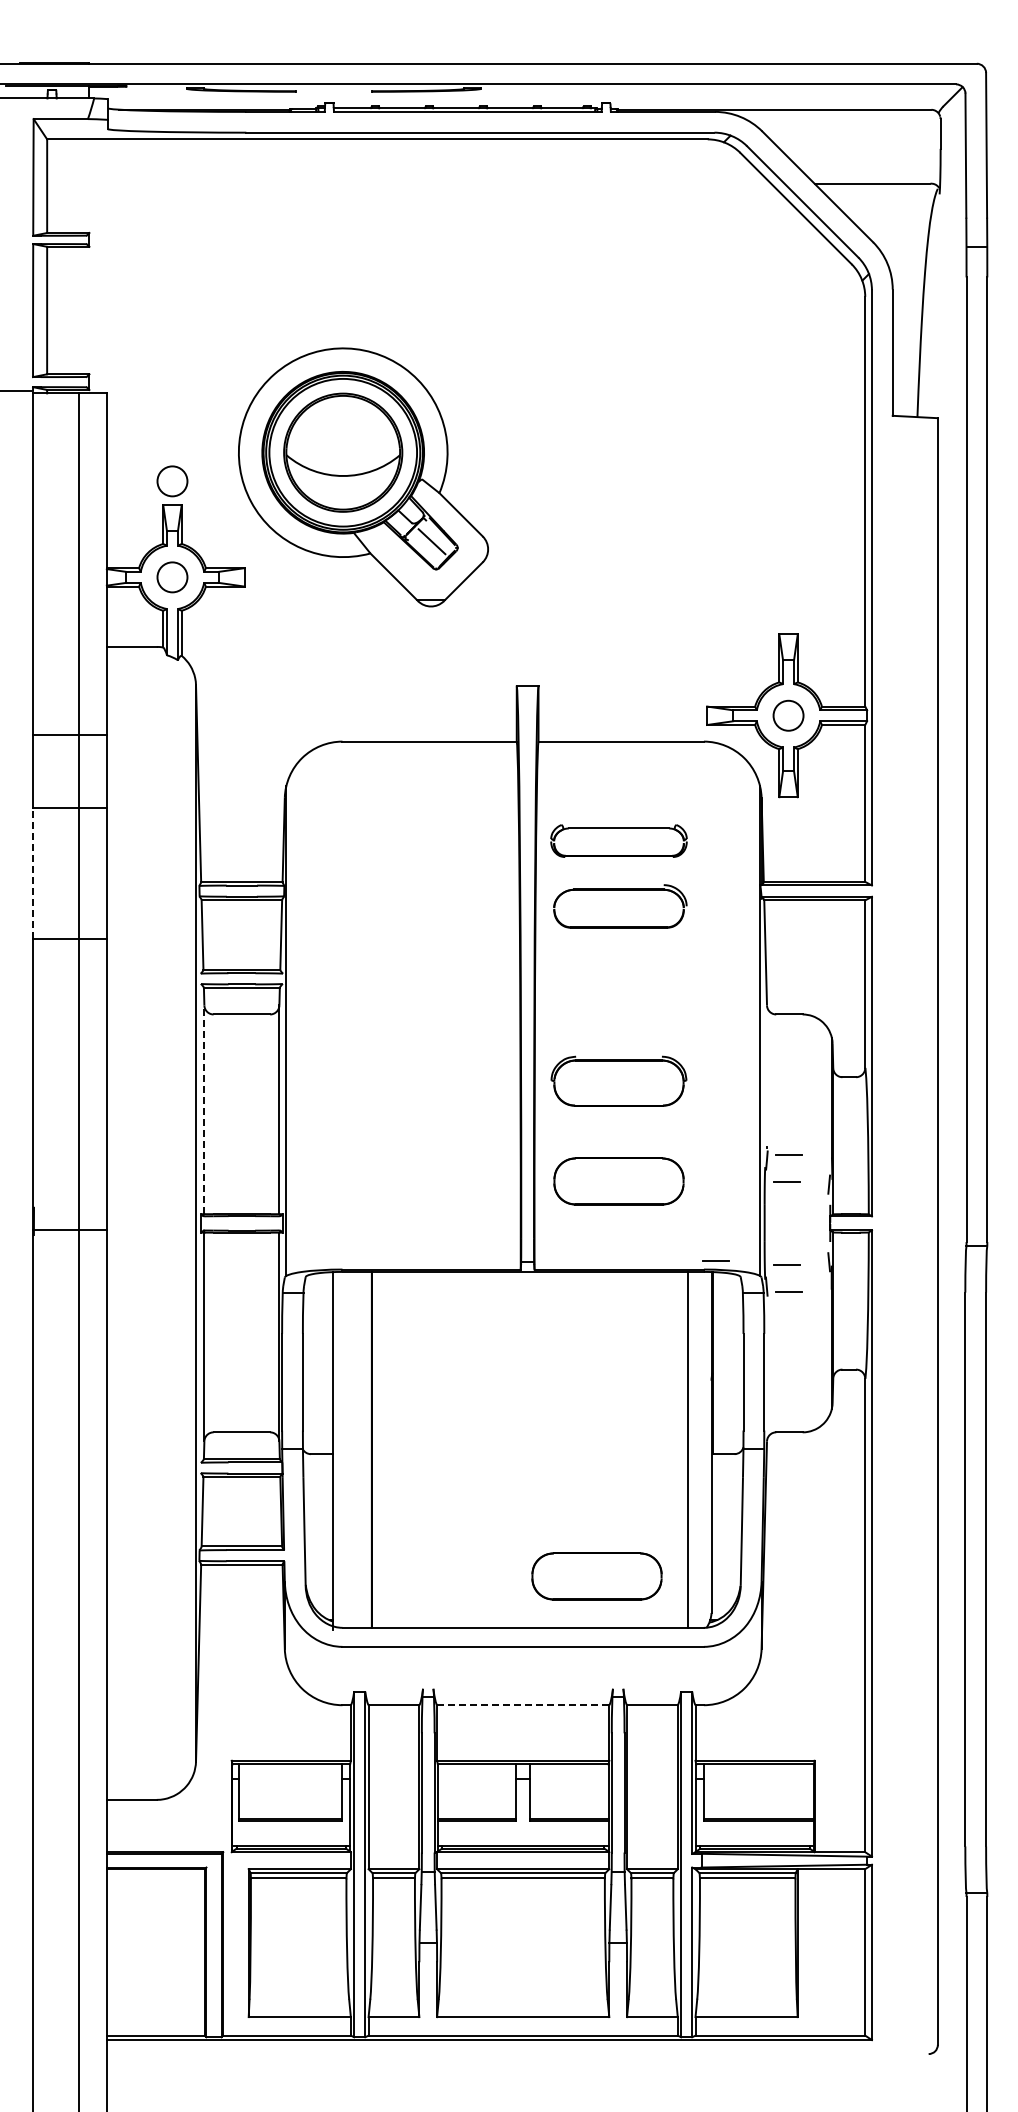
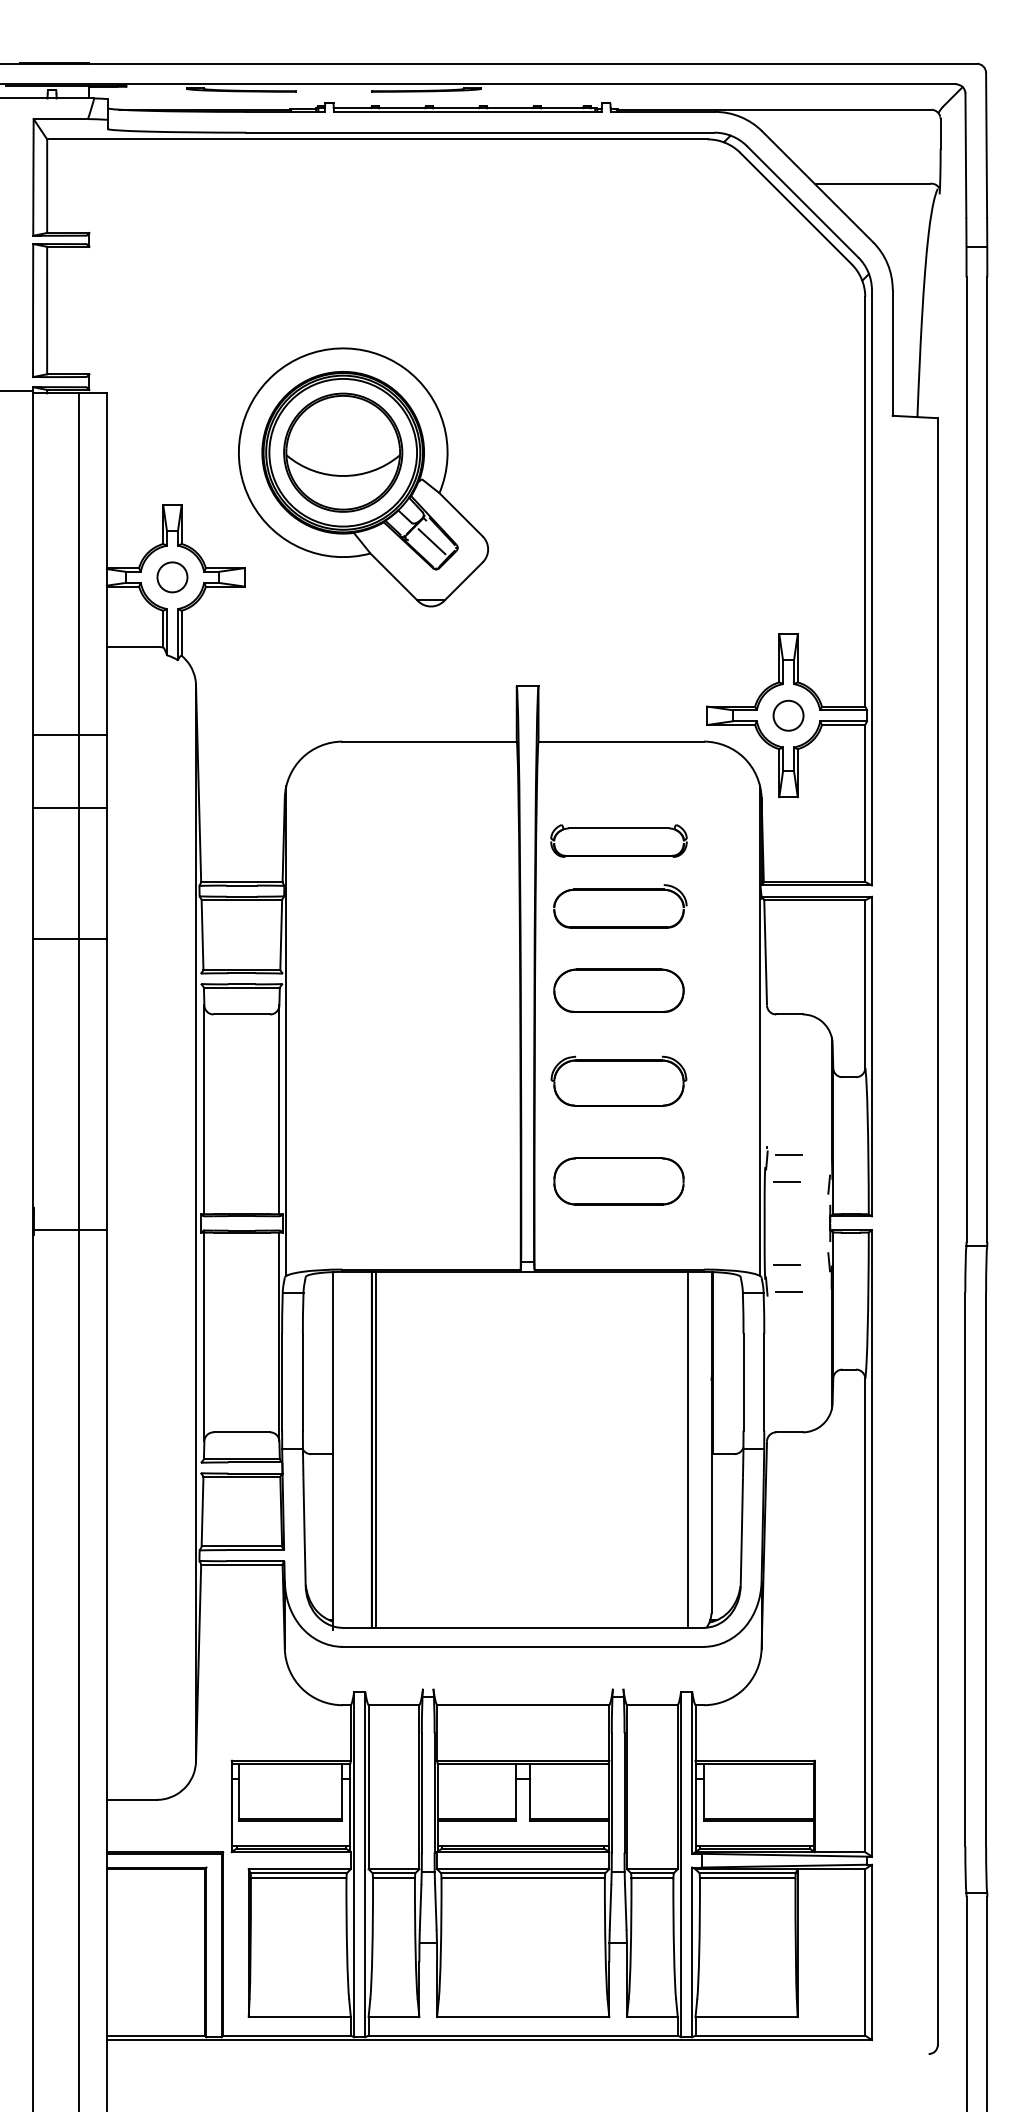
circle at (172, 481): present -> none
line at (33, 873): dashed -> solid
part at (618, 990): none -> present
line at (204, 1109): dashed -> solid
line at (715, 1260): present -> none
line at (376, 1449): none -> present
part at (596, 1576): present -> none
line at (523, 1705): dashed -> solid
